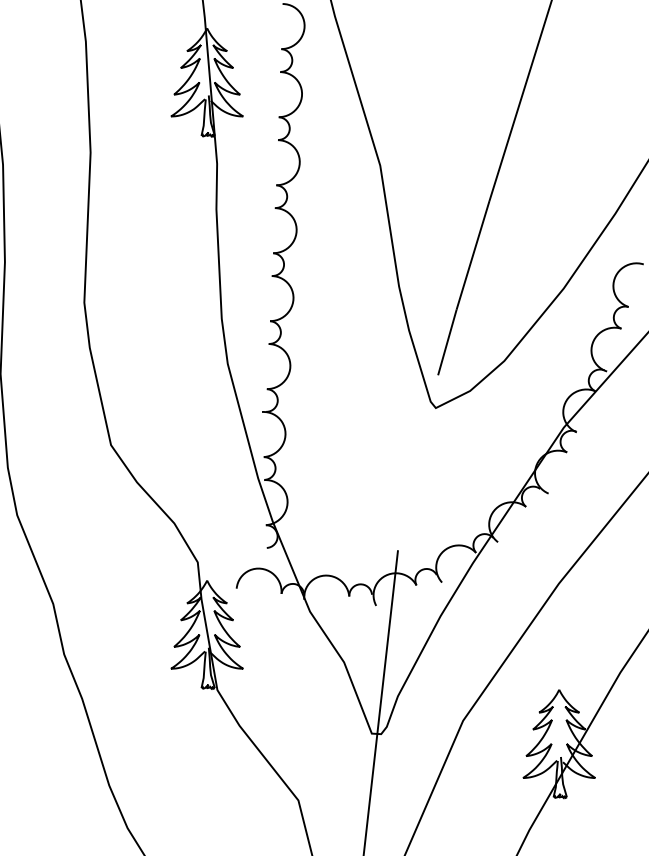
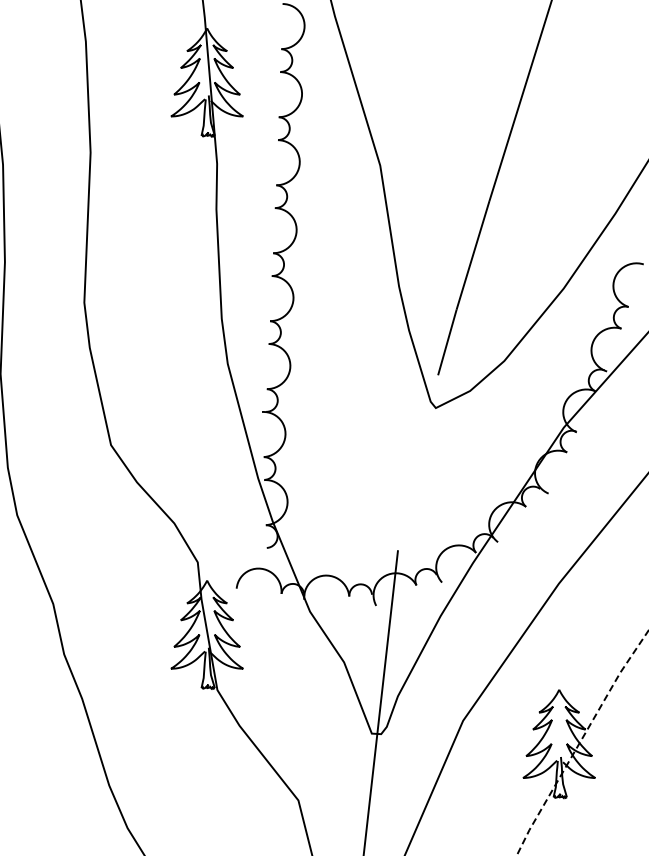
line at (580, 741): solid -> dashed
